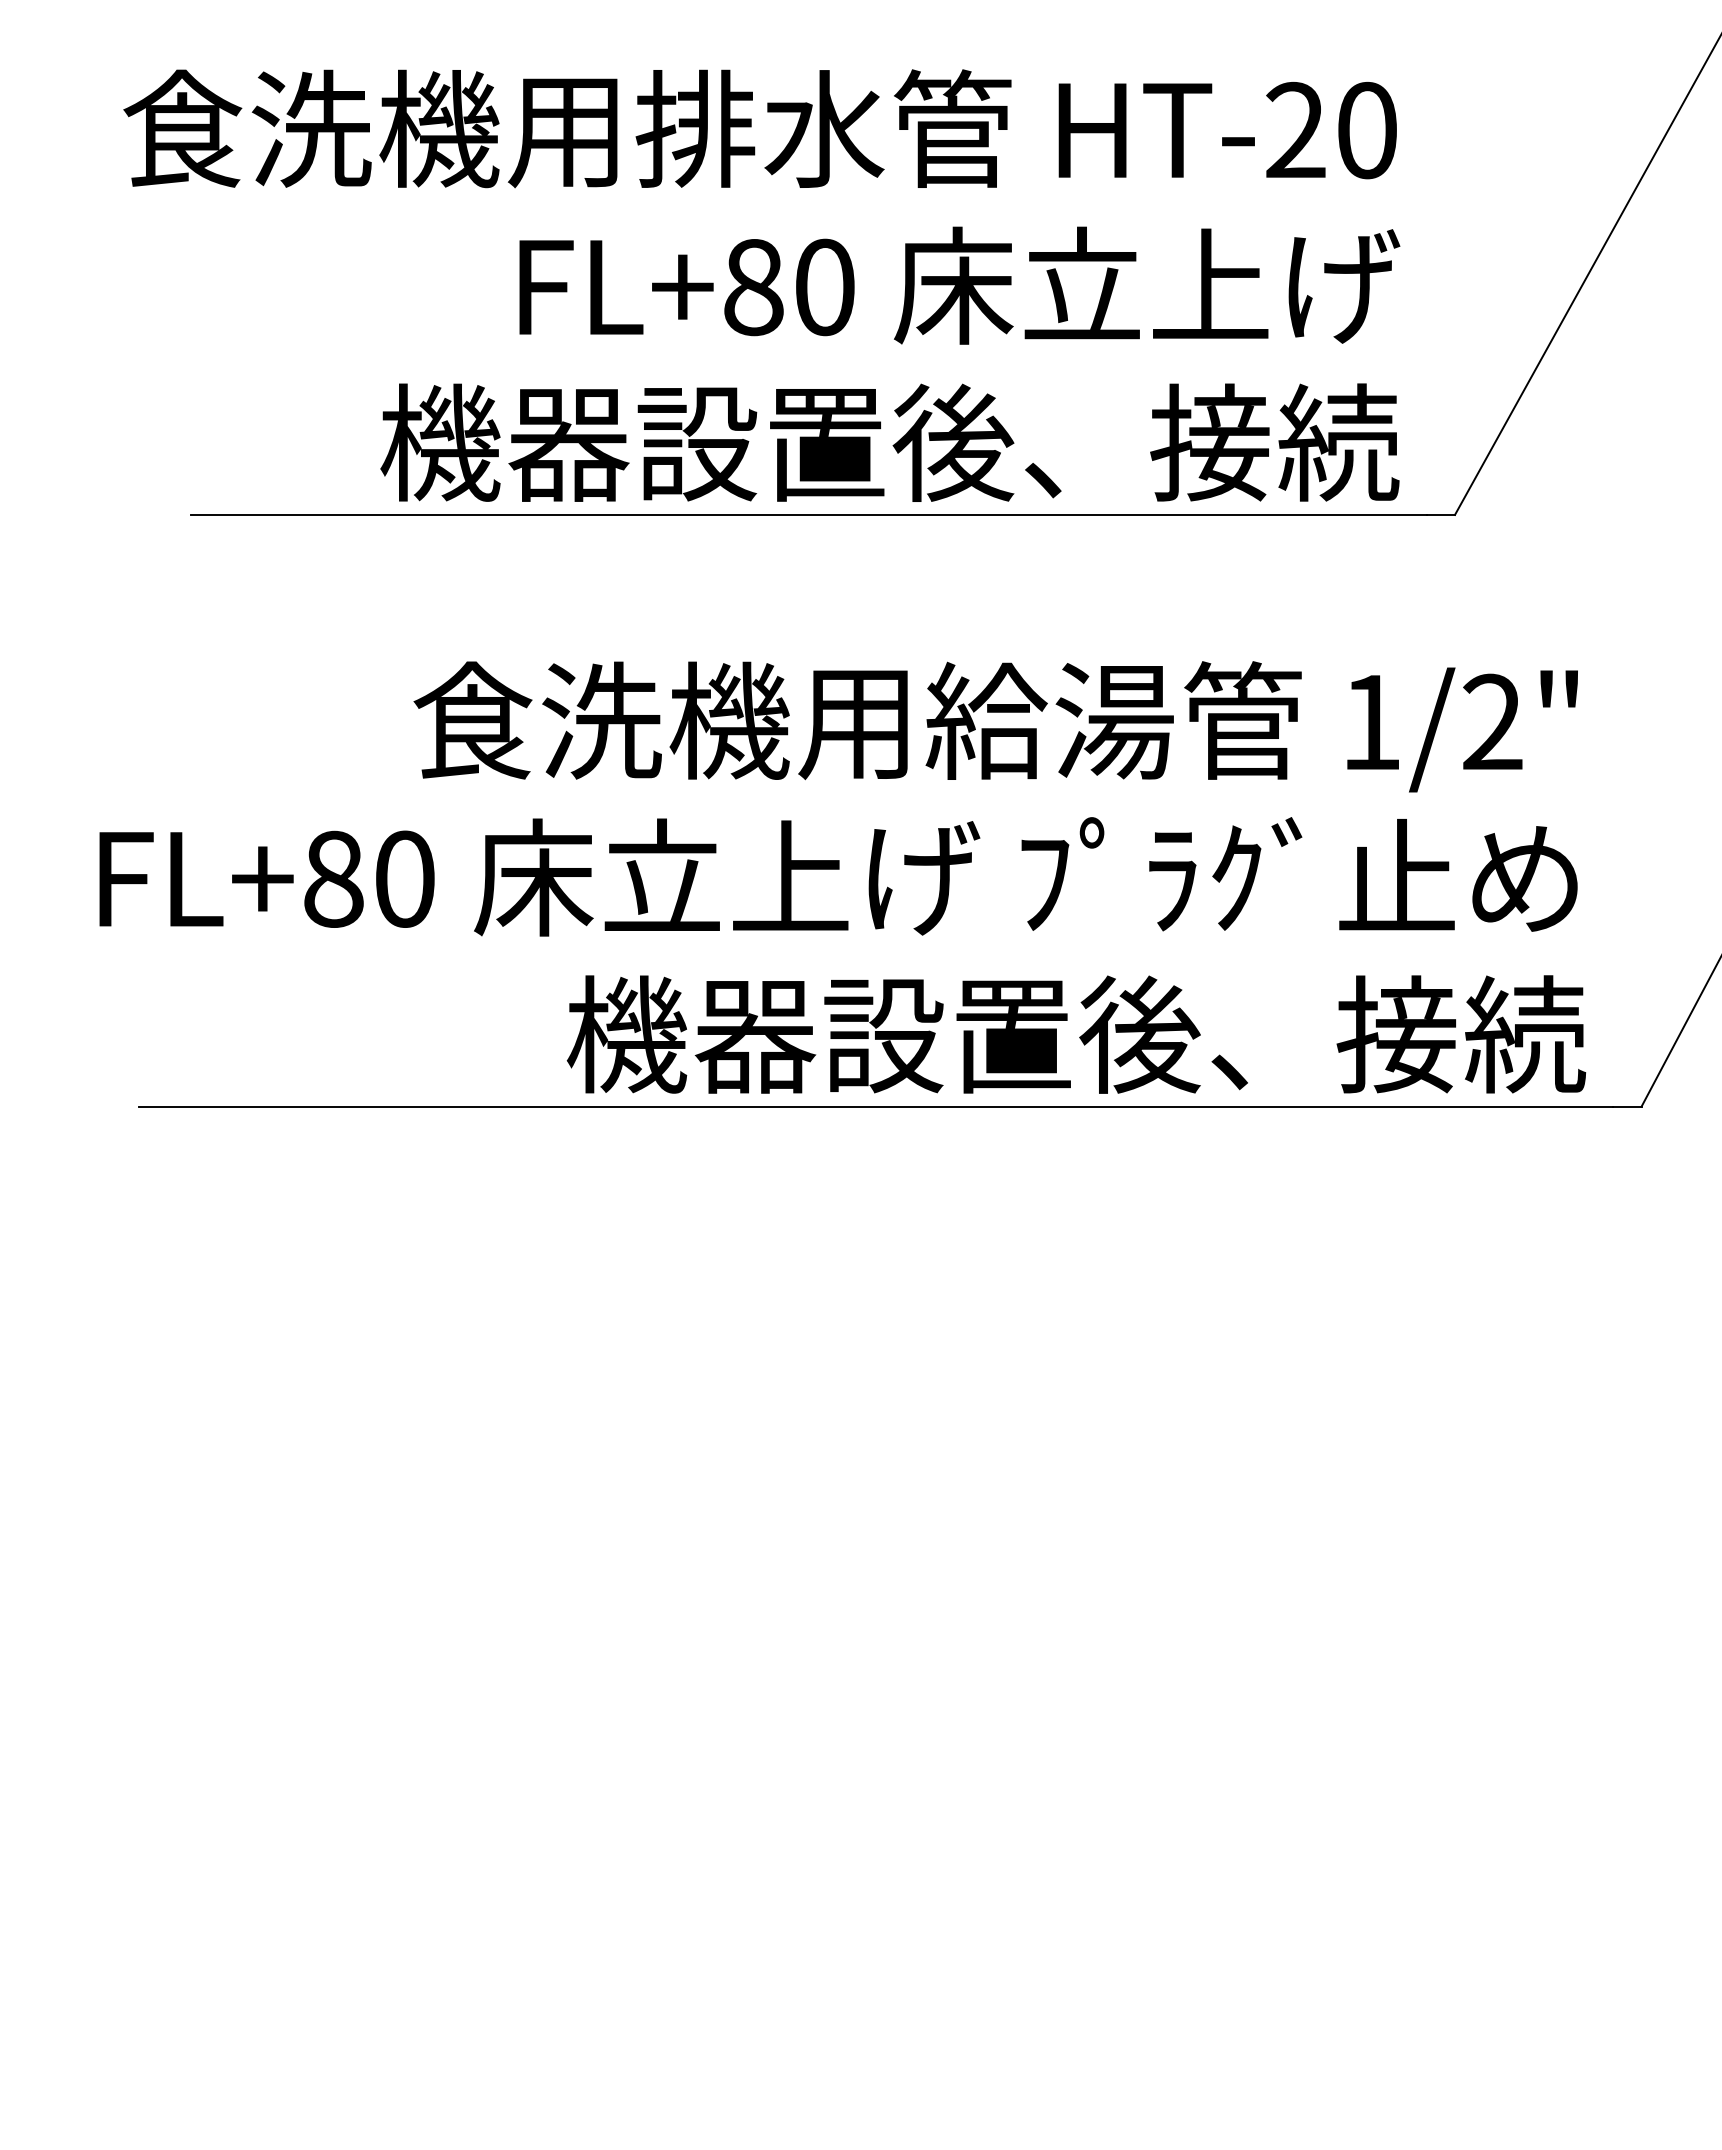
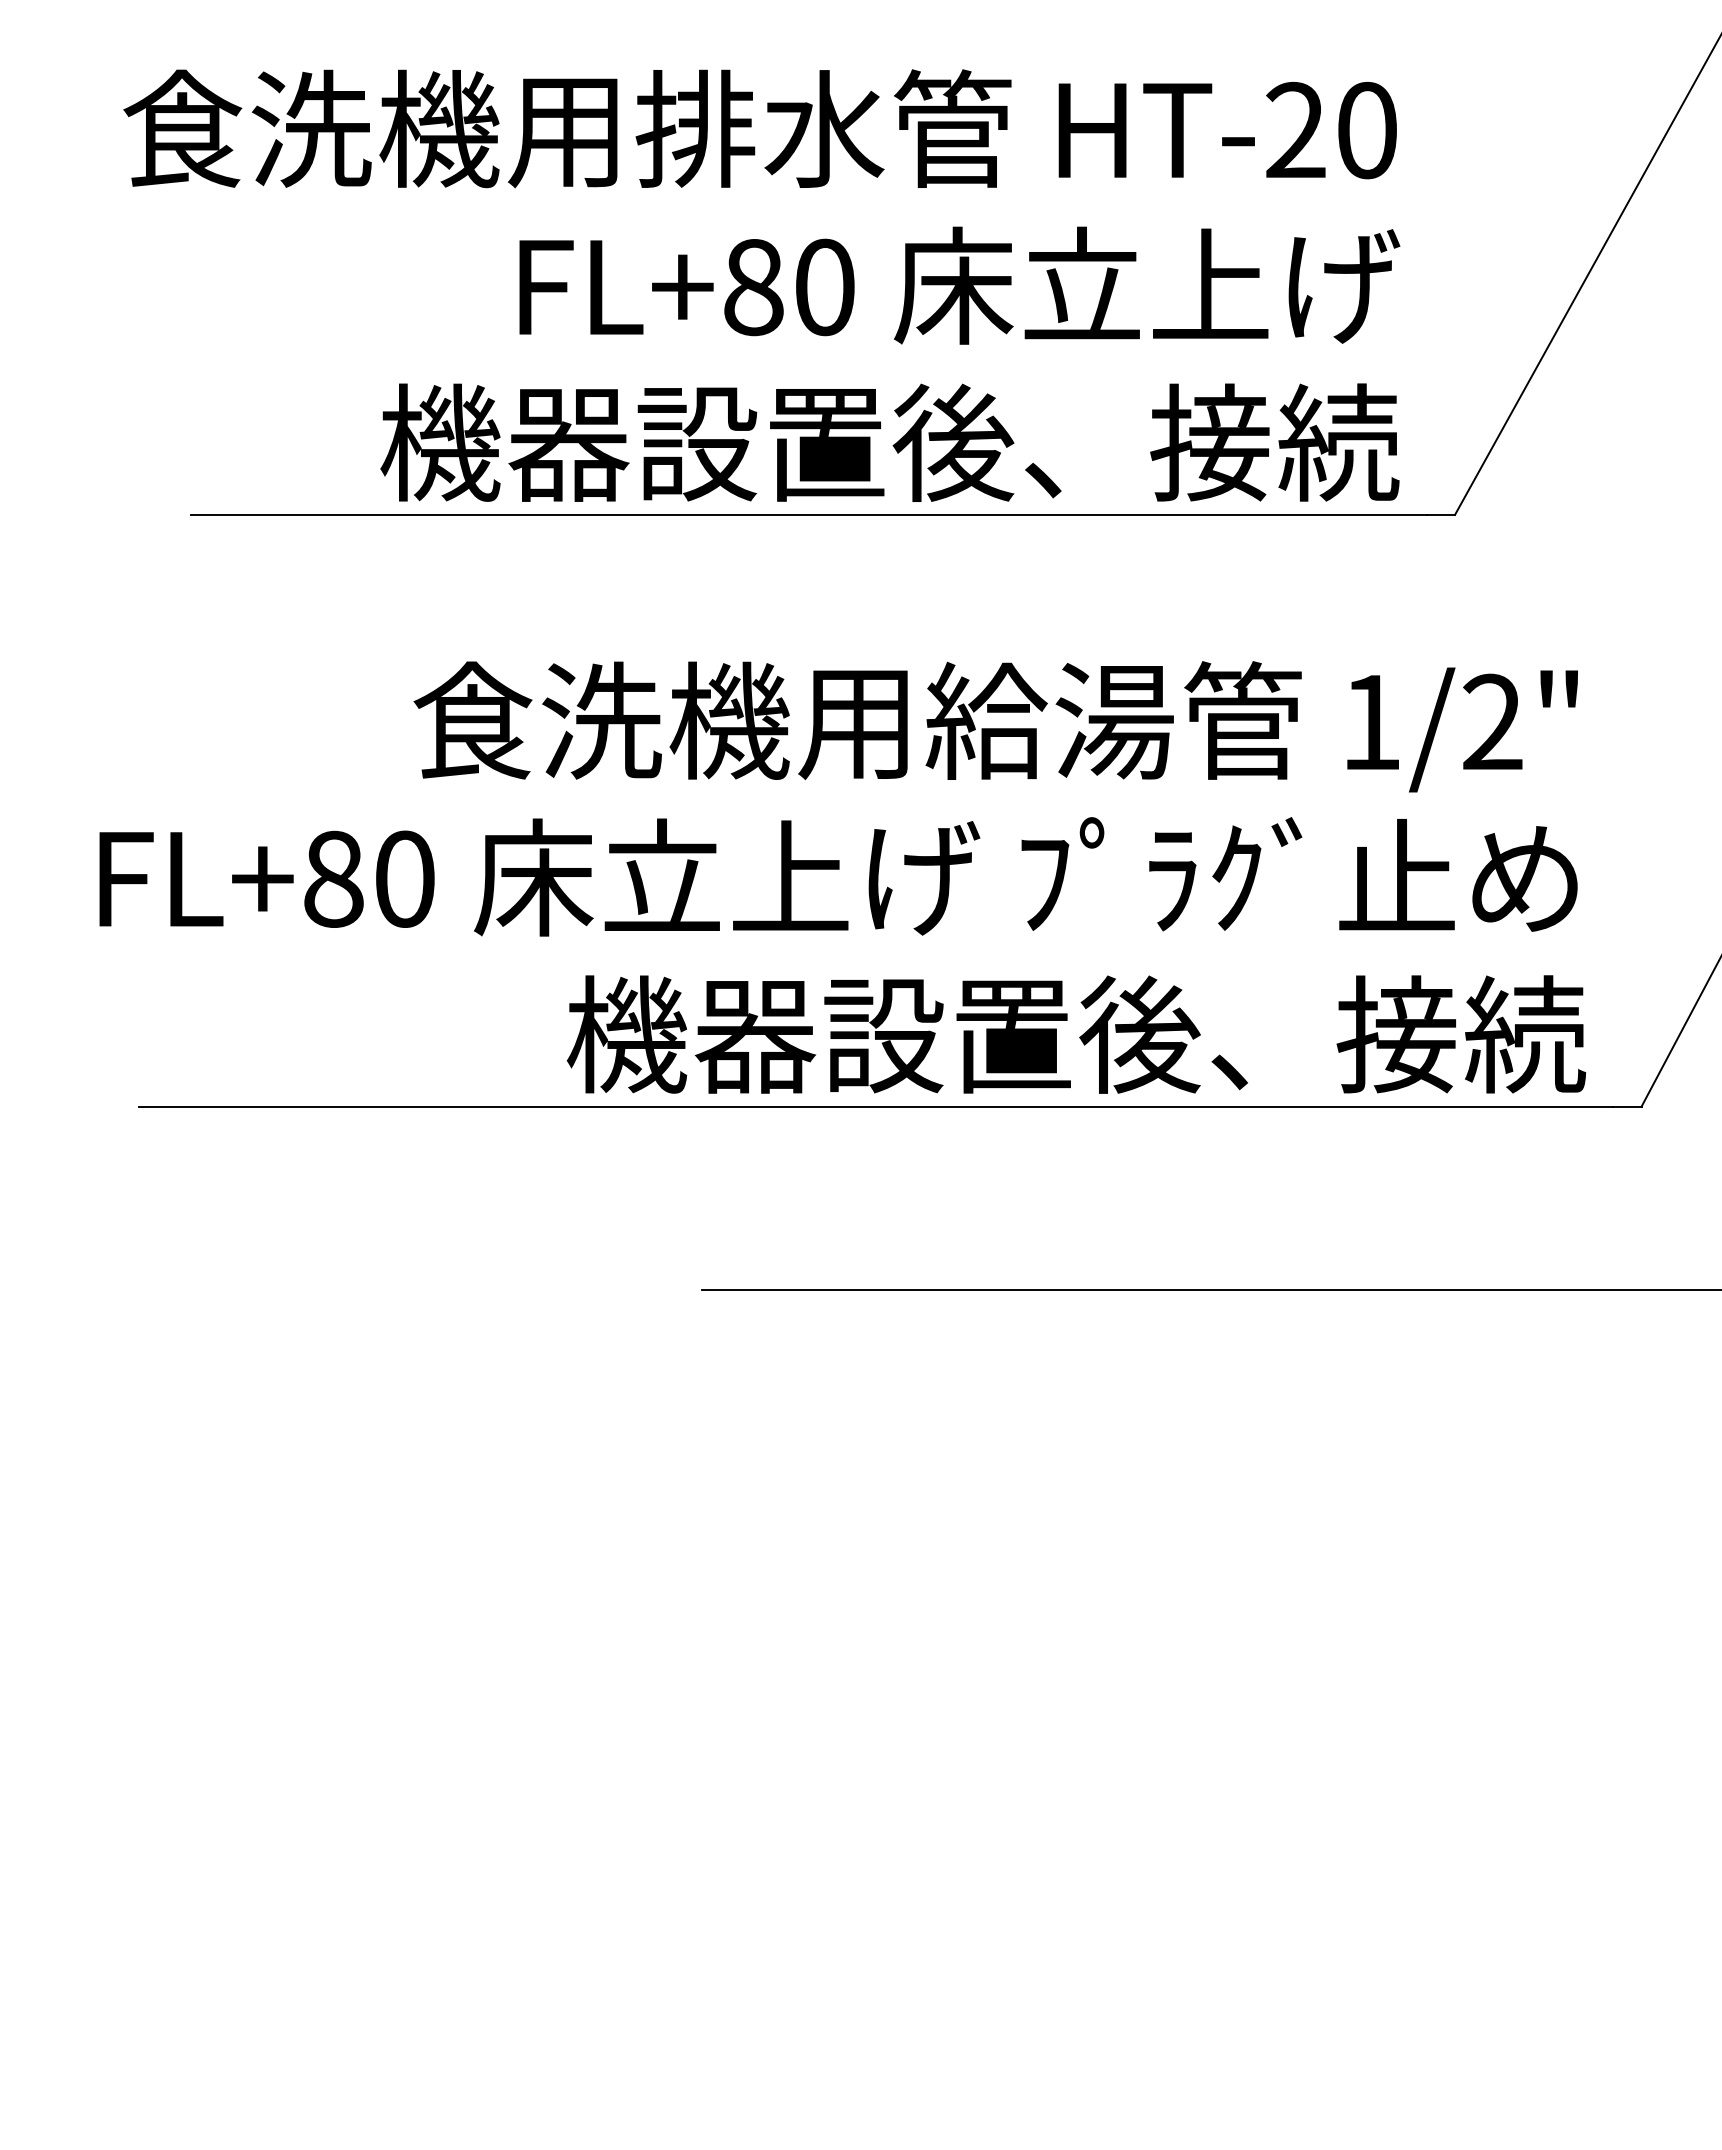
line at (1209, 1290): none -> present
